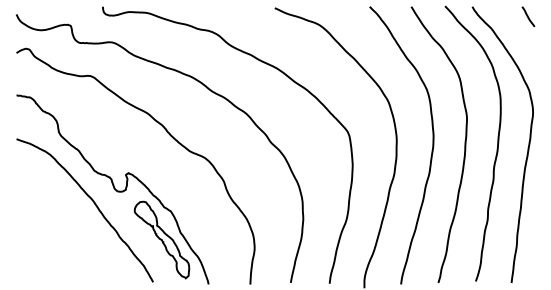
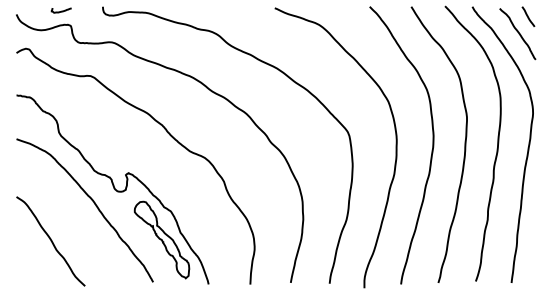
curve at (61, 10): none -> present
curve at (518, 34): none -> present
curve at (50, 241): none -> present
